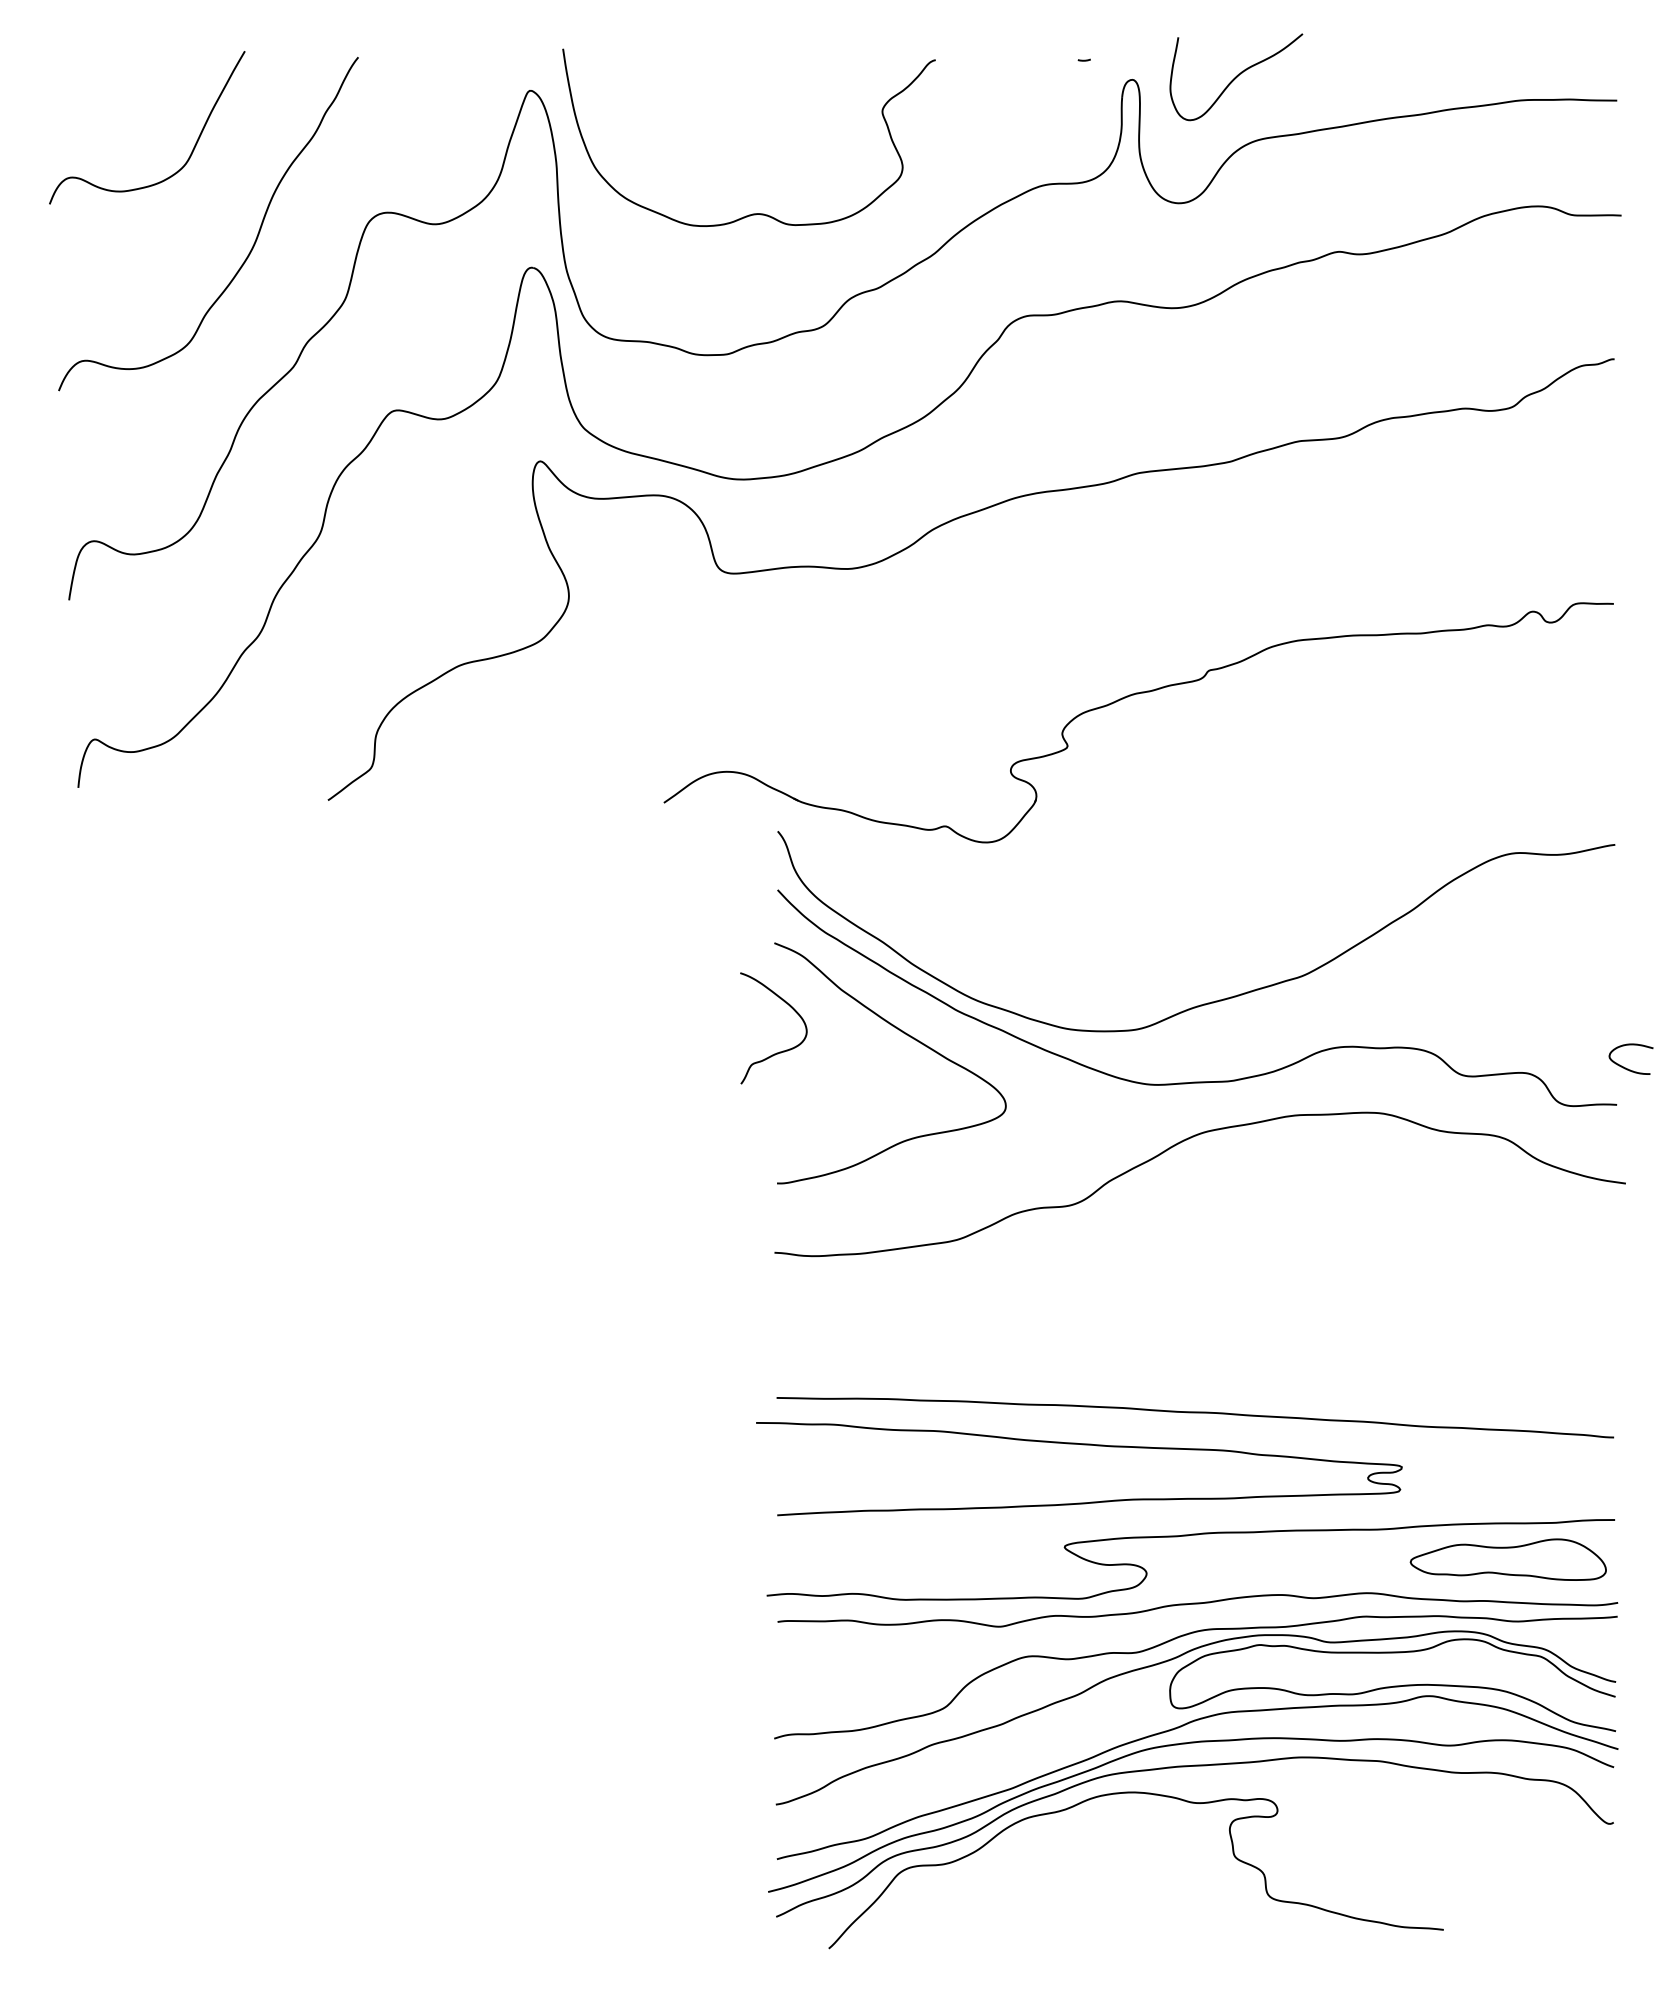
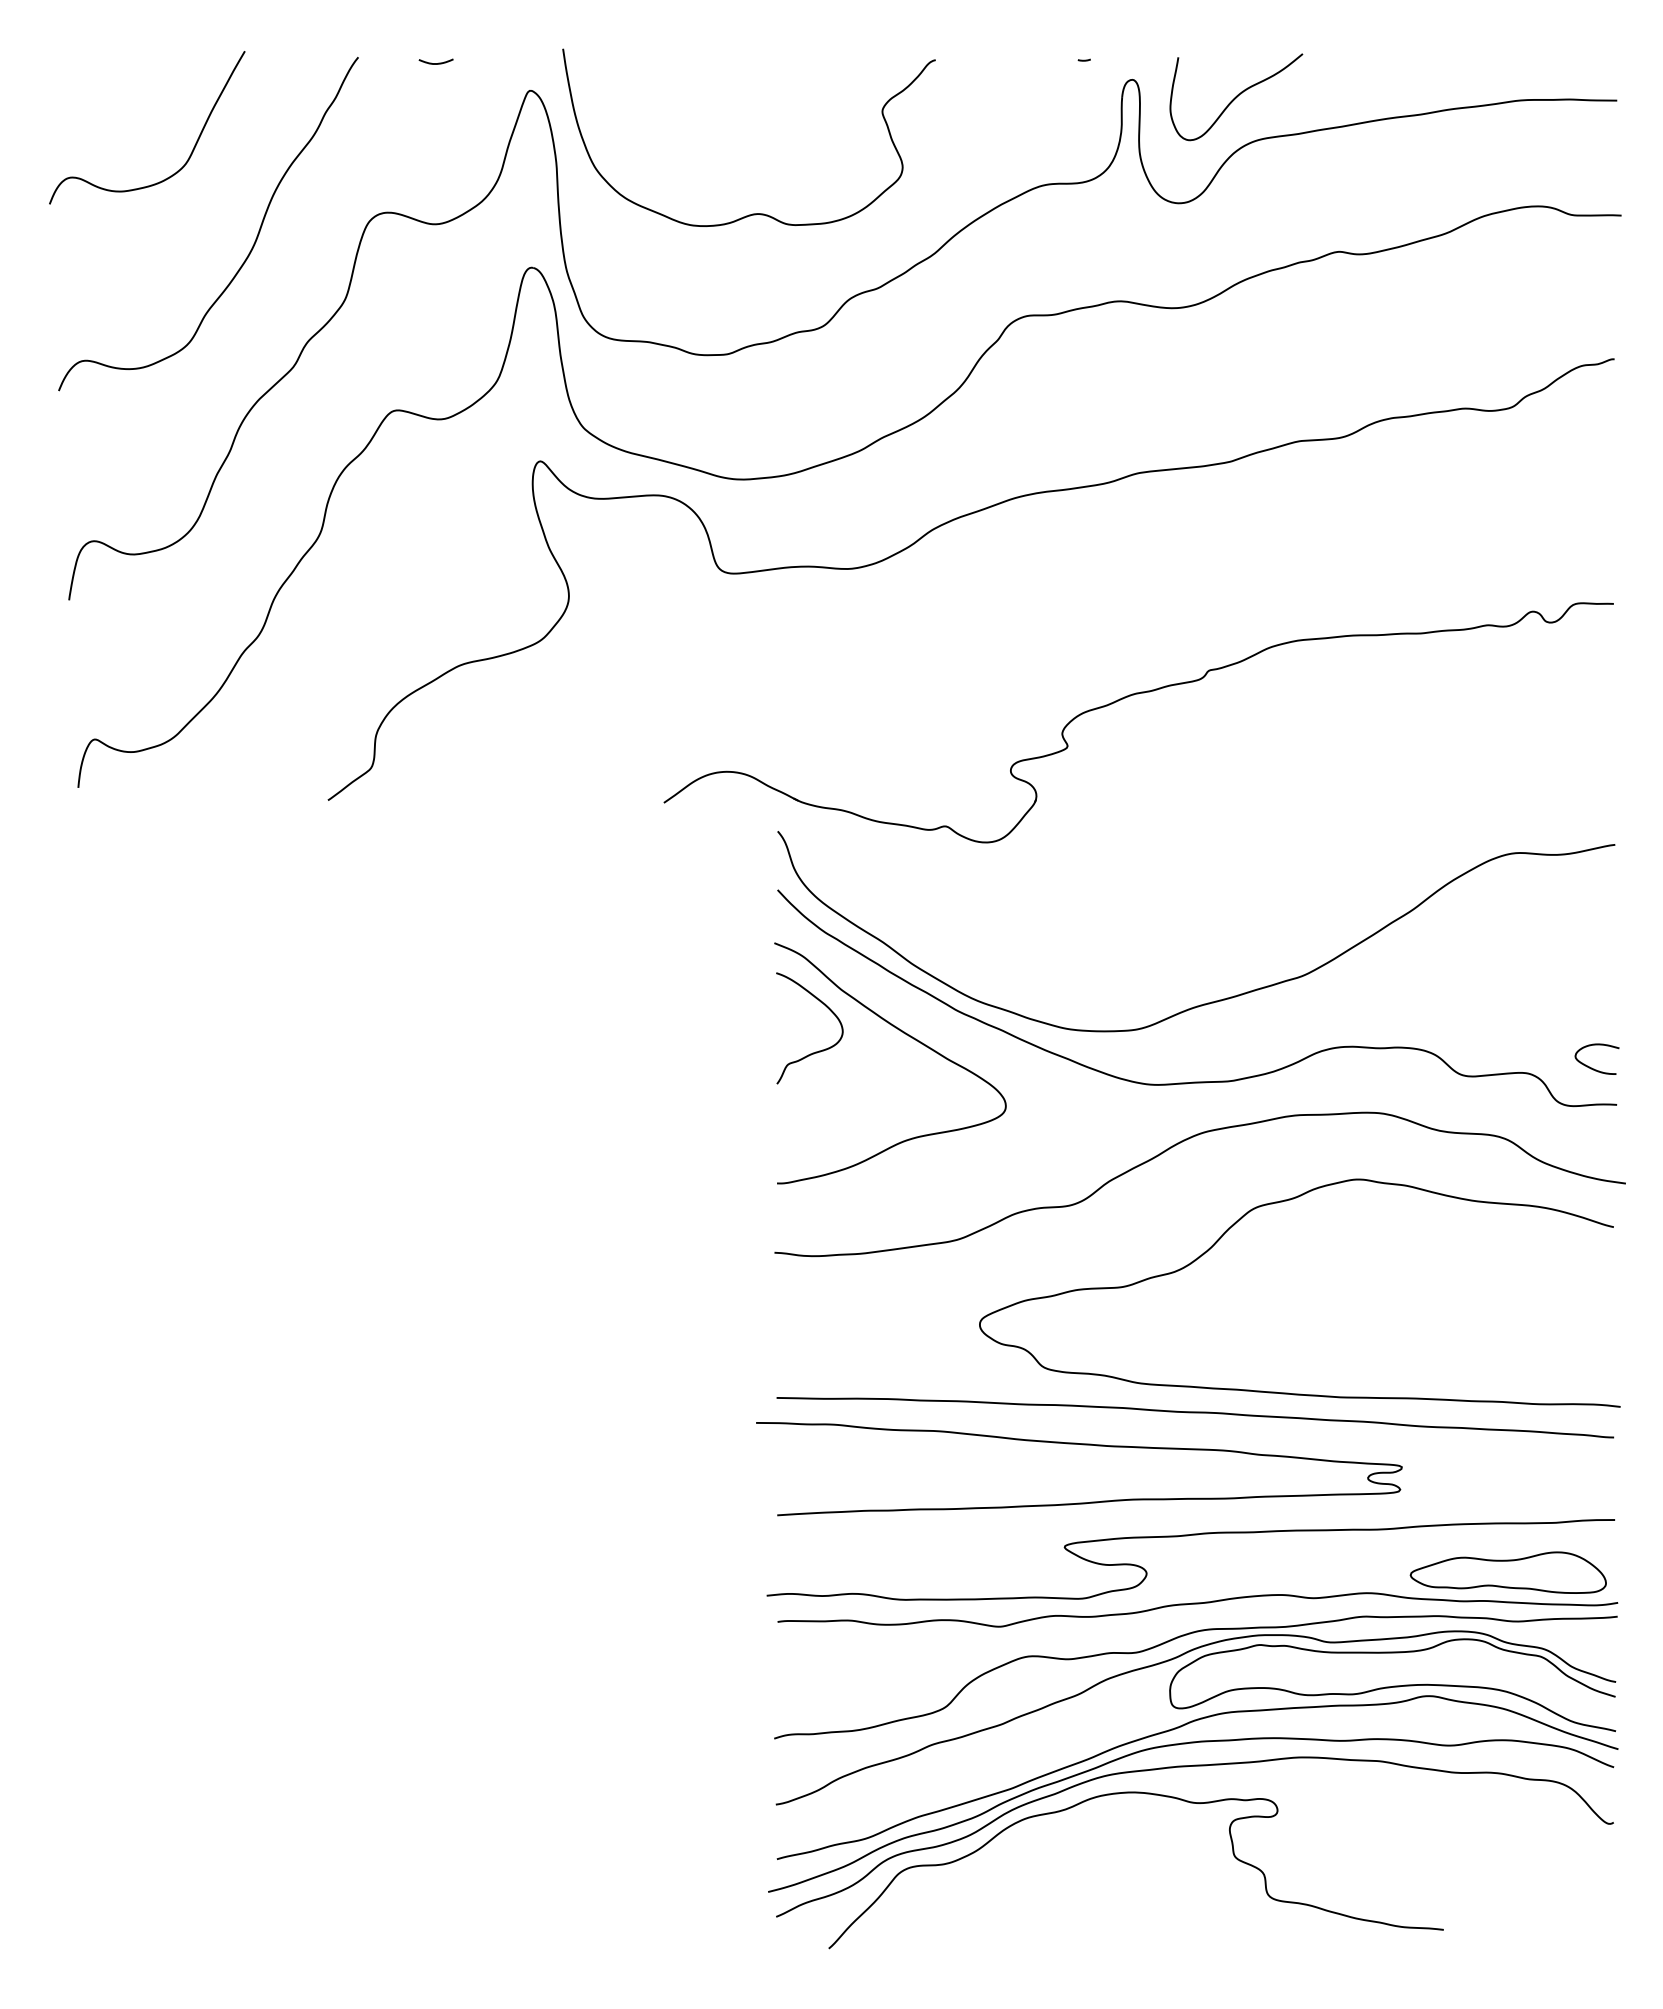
curve at (435, 63): none -> present
curve at (1236, 77) position: (1236, 77) -> (1236, 97)
curve at (779, 1051) position: (779, 1051) -> (815, 1051)
curve at (1628, 1068) position: (1628, 1068) -> (1594, 1068)
curve at (1282, 1202): none -> present
part at (1507, 1559) position: (1507, 1559) -> (1507, 1572)
